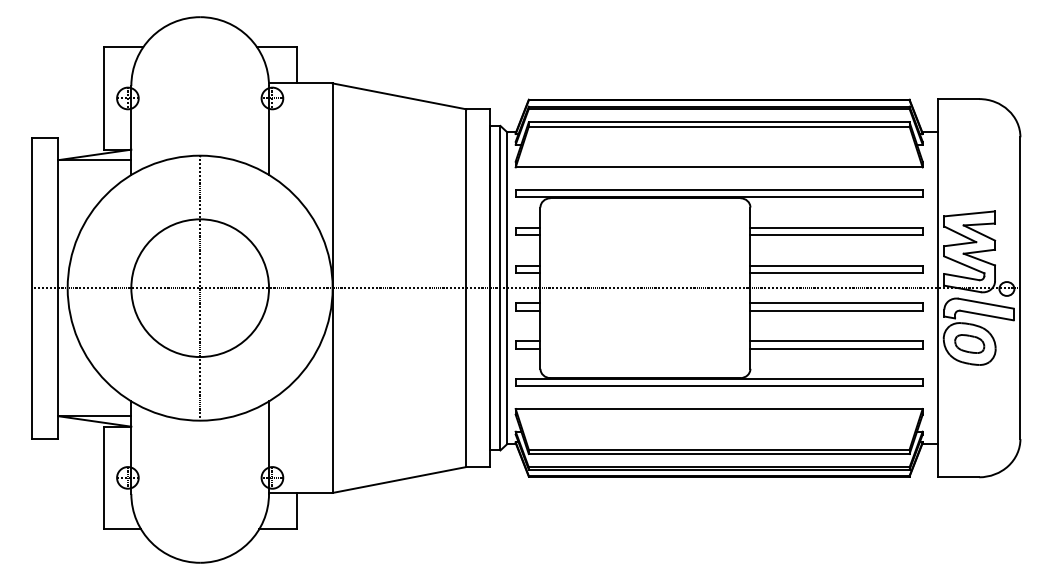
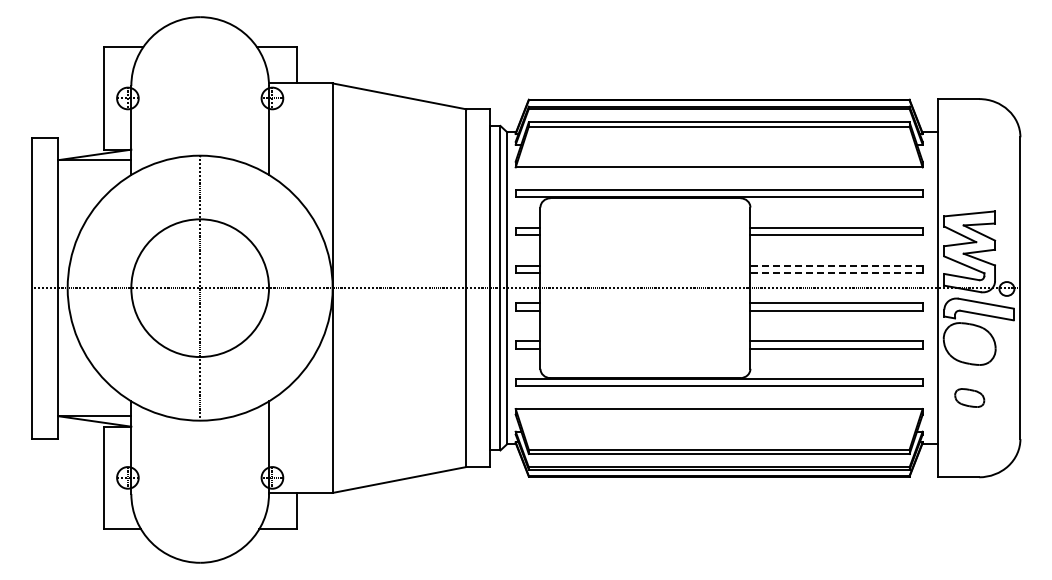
line at (836, 265): solid -> dashed
line at (836, 272): solid -> dashed
part at (969, 343) position: (969, 343) -> (969, 397)
